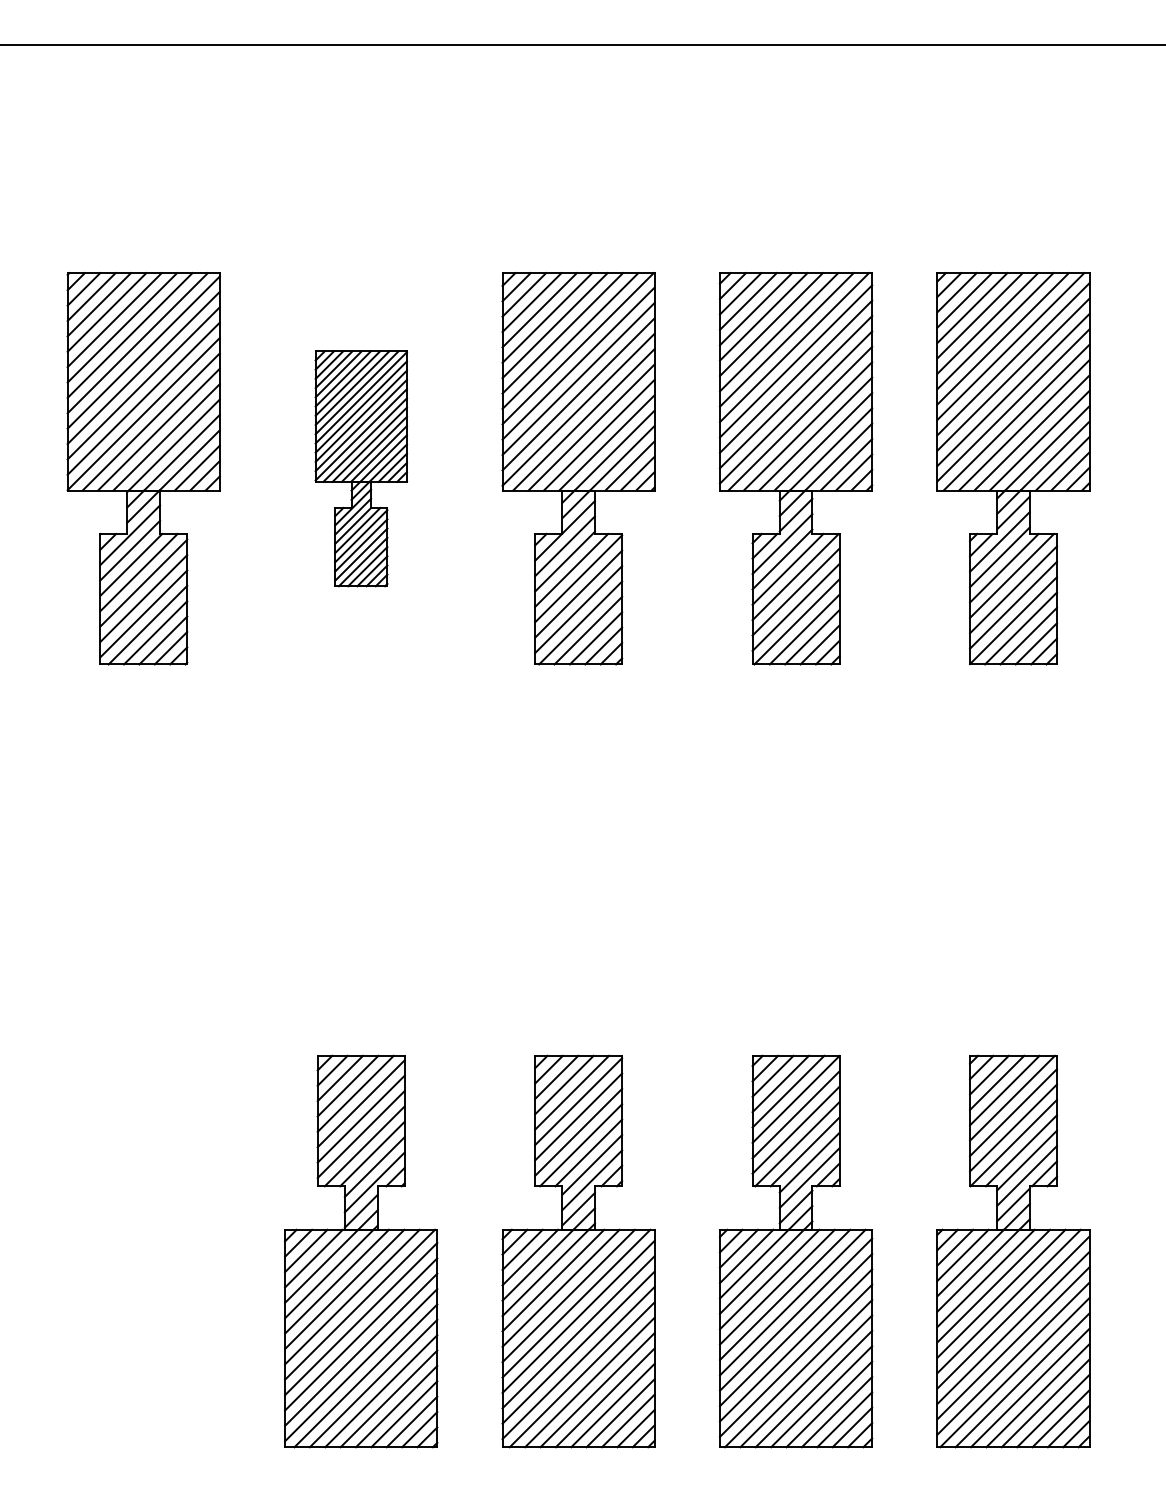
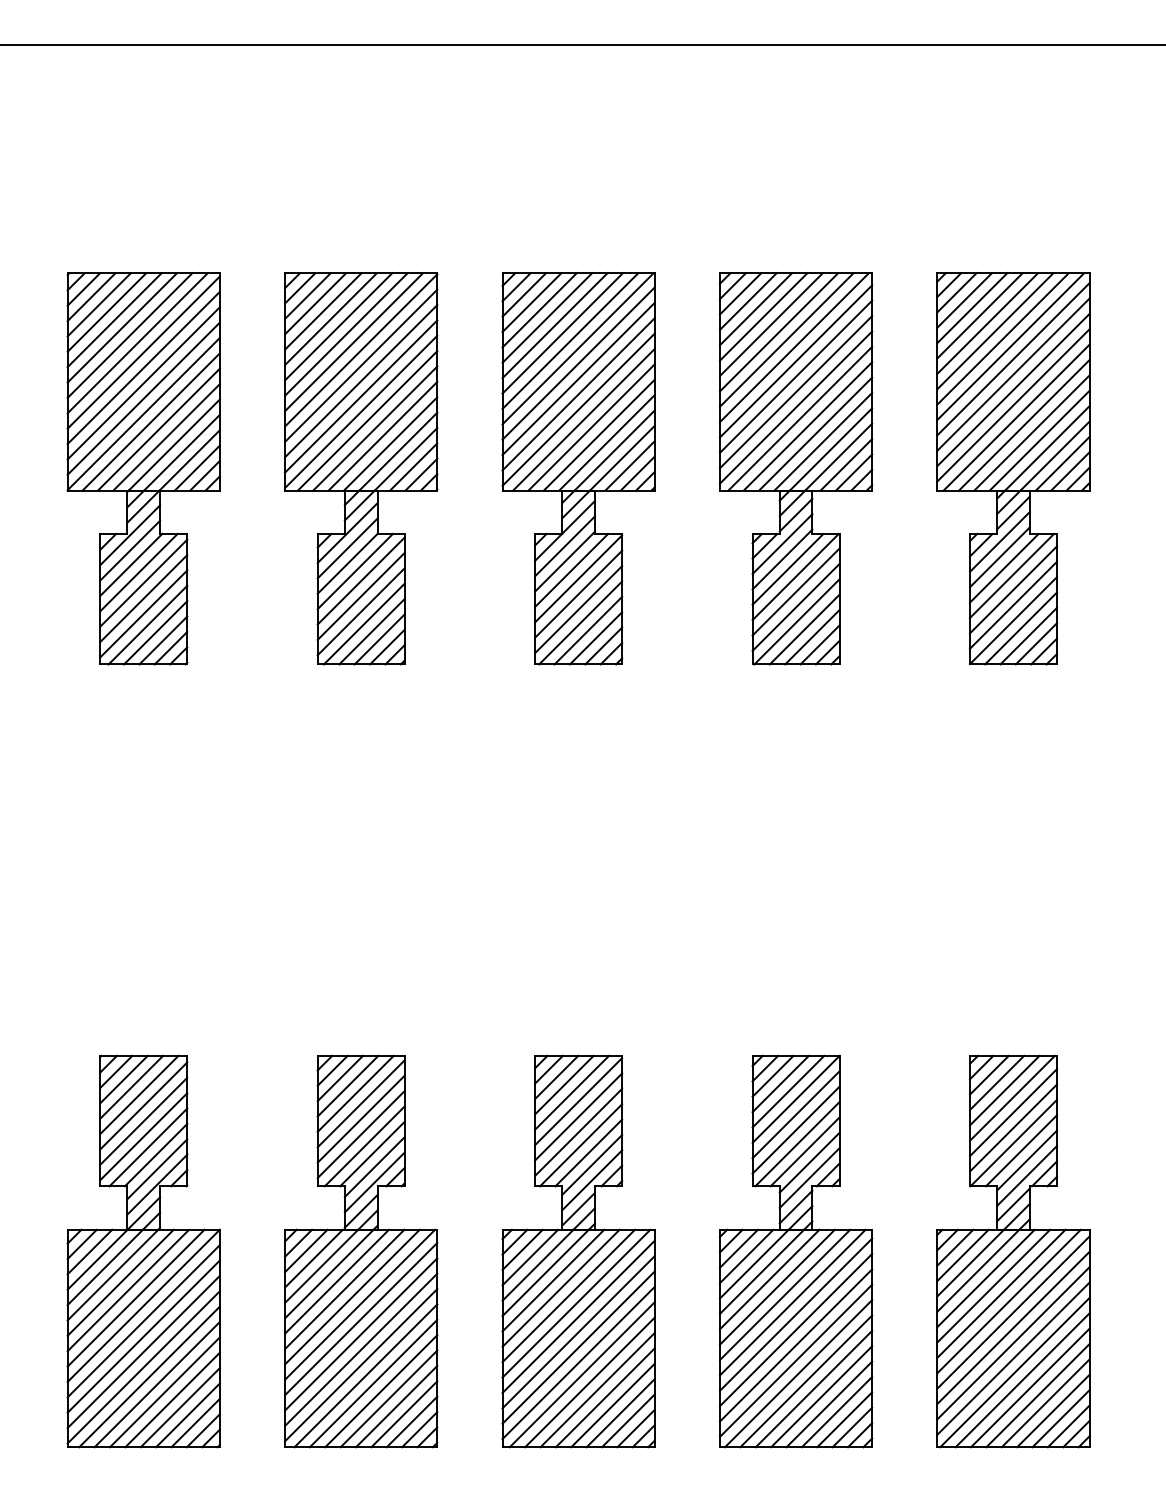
part at (361, 468) size: 95x238 px -> 155x394 px
part at (143, 1251): none -> present
